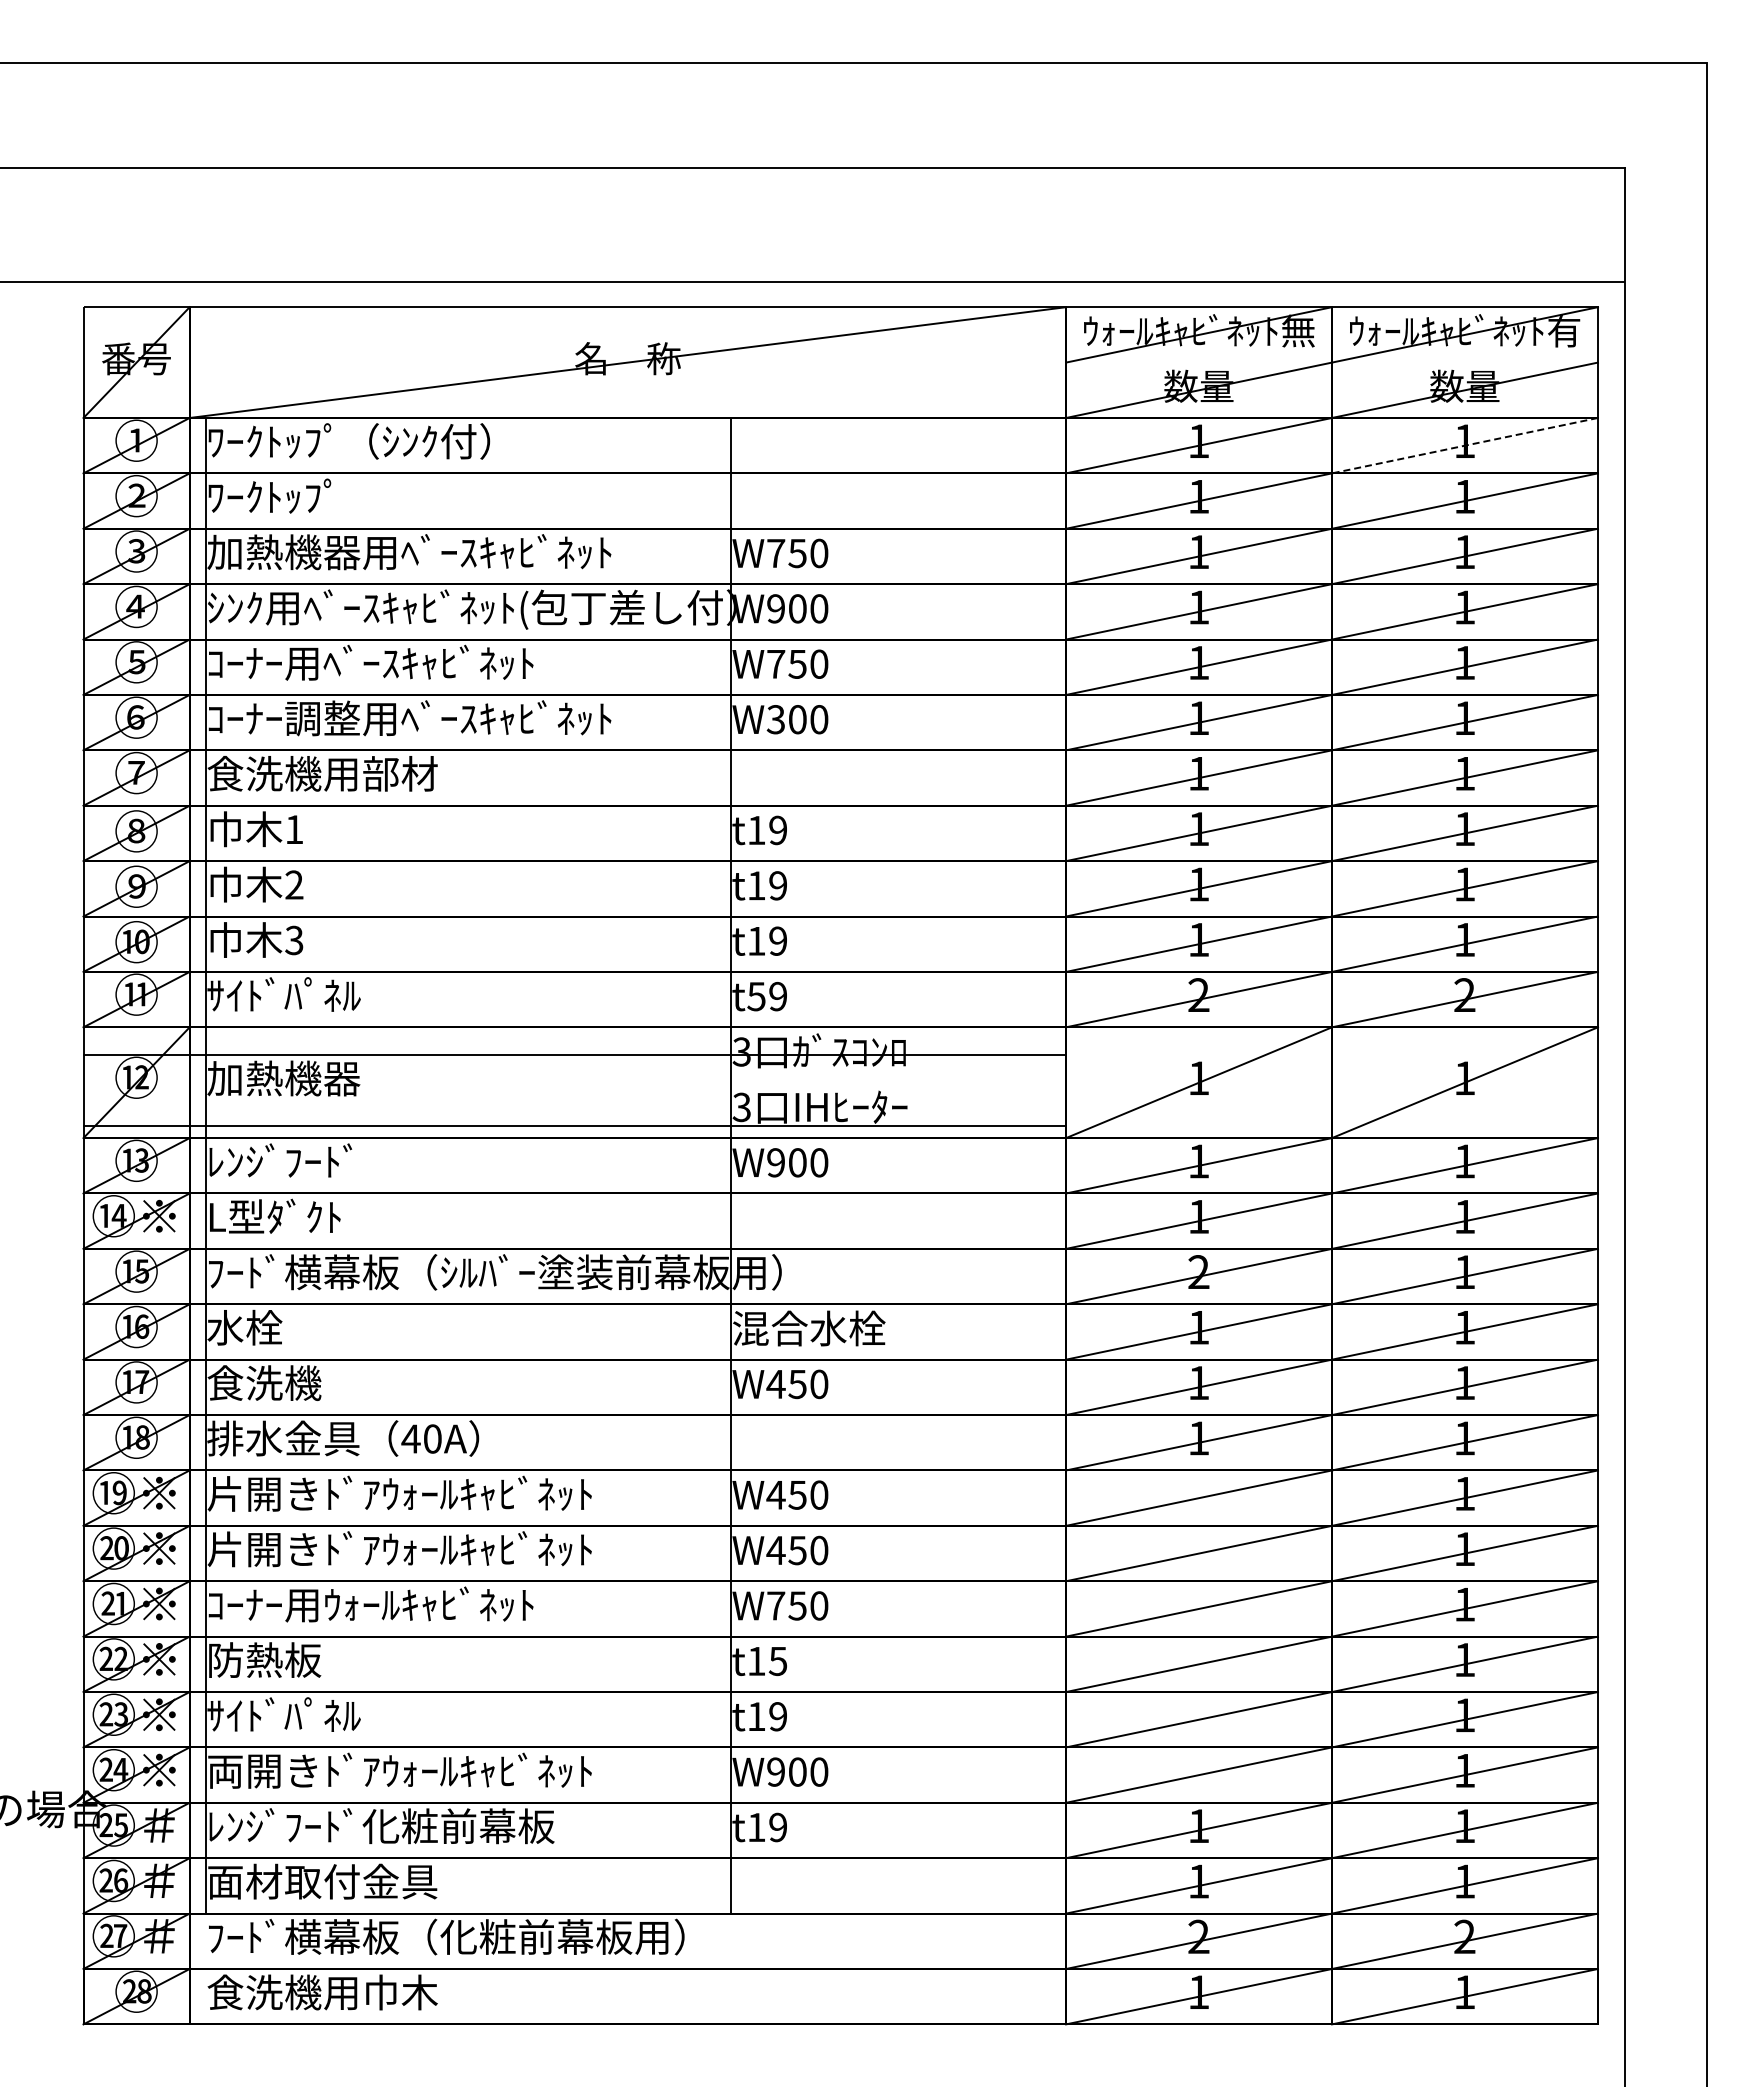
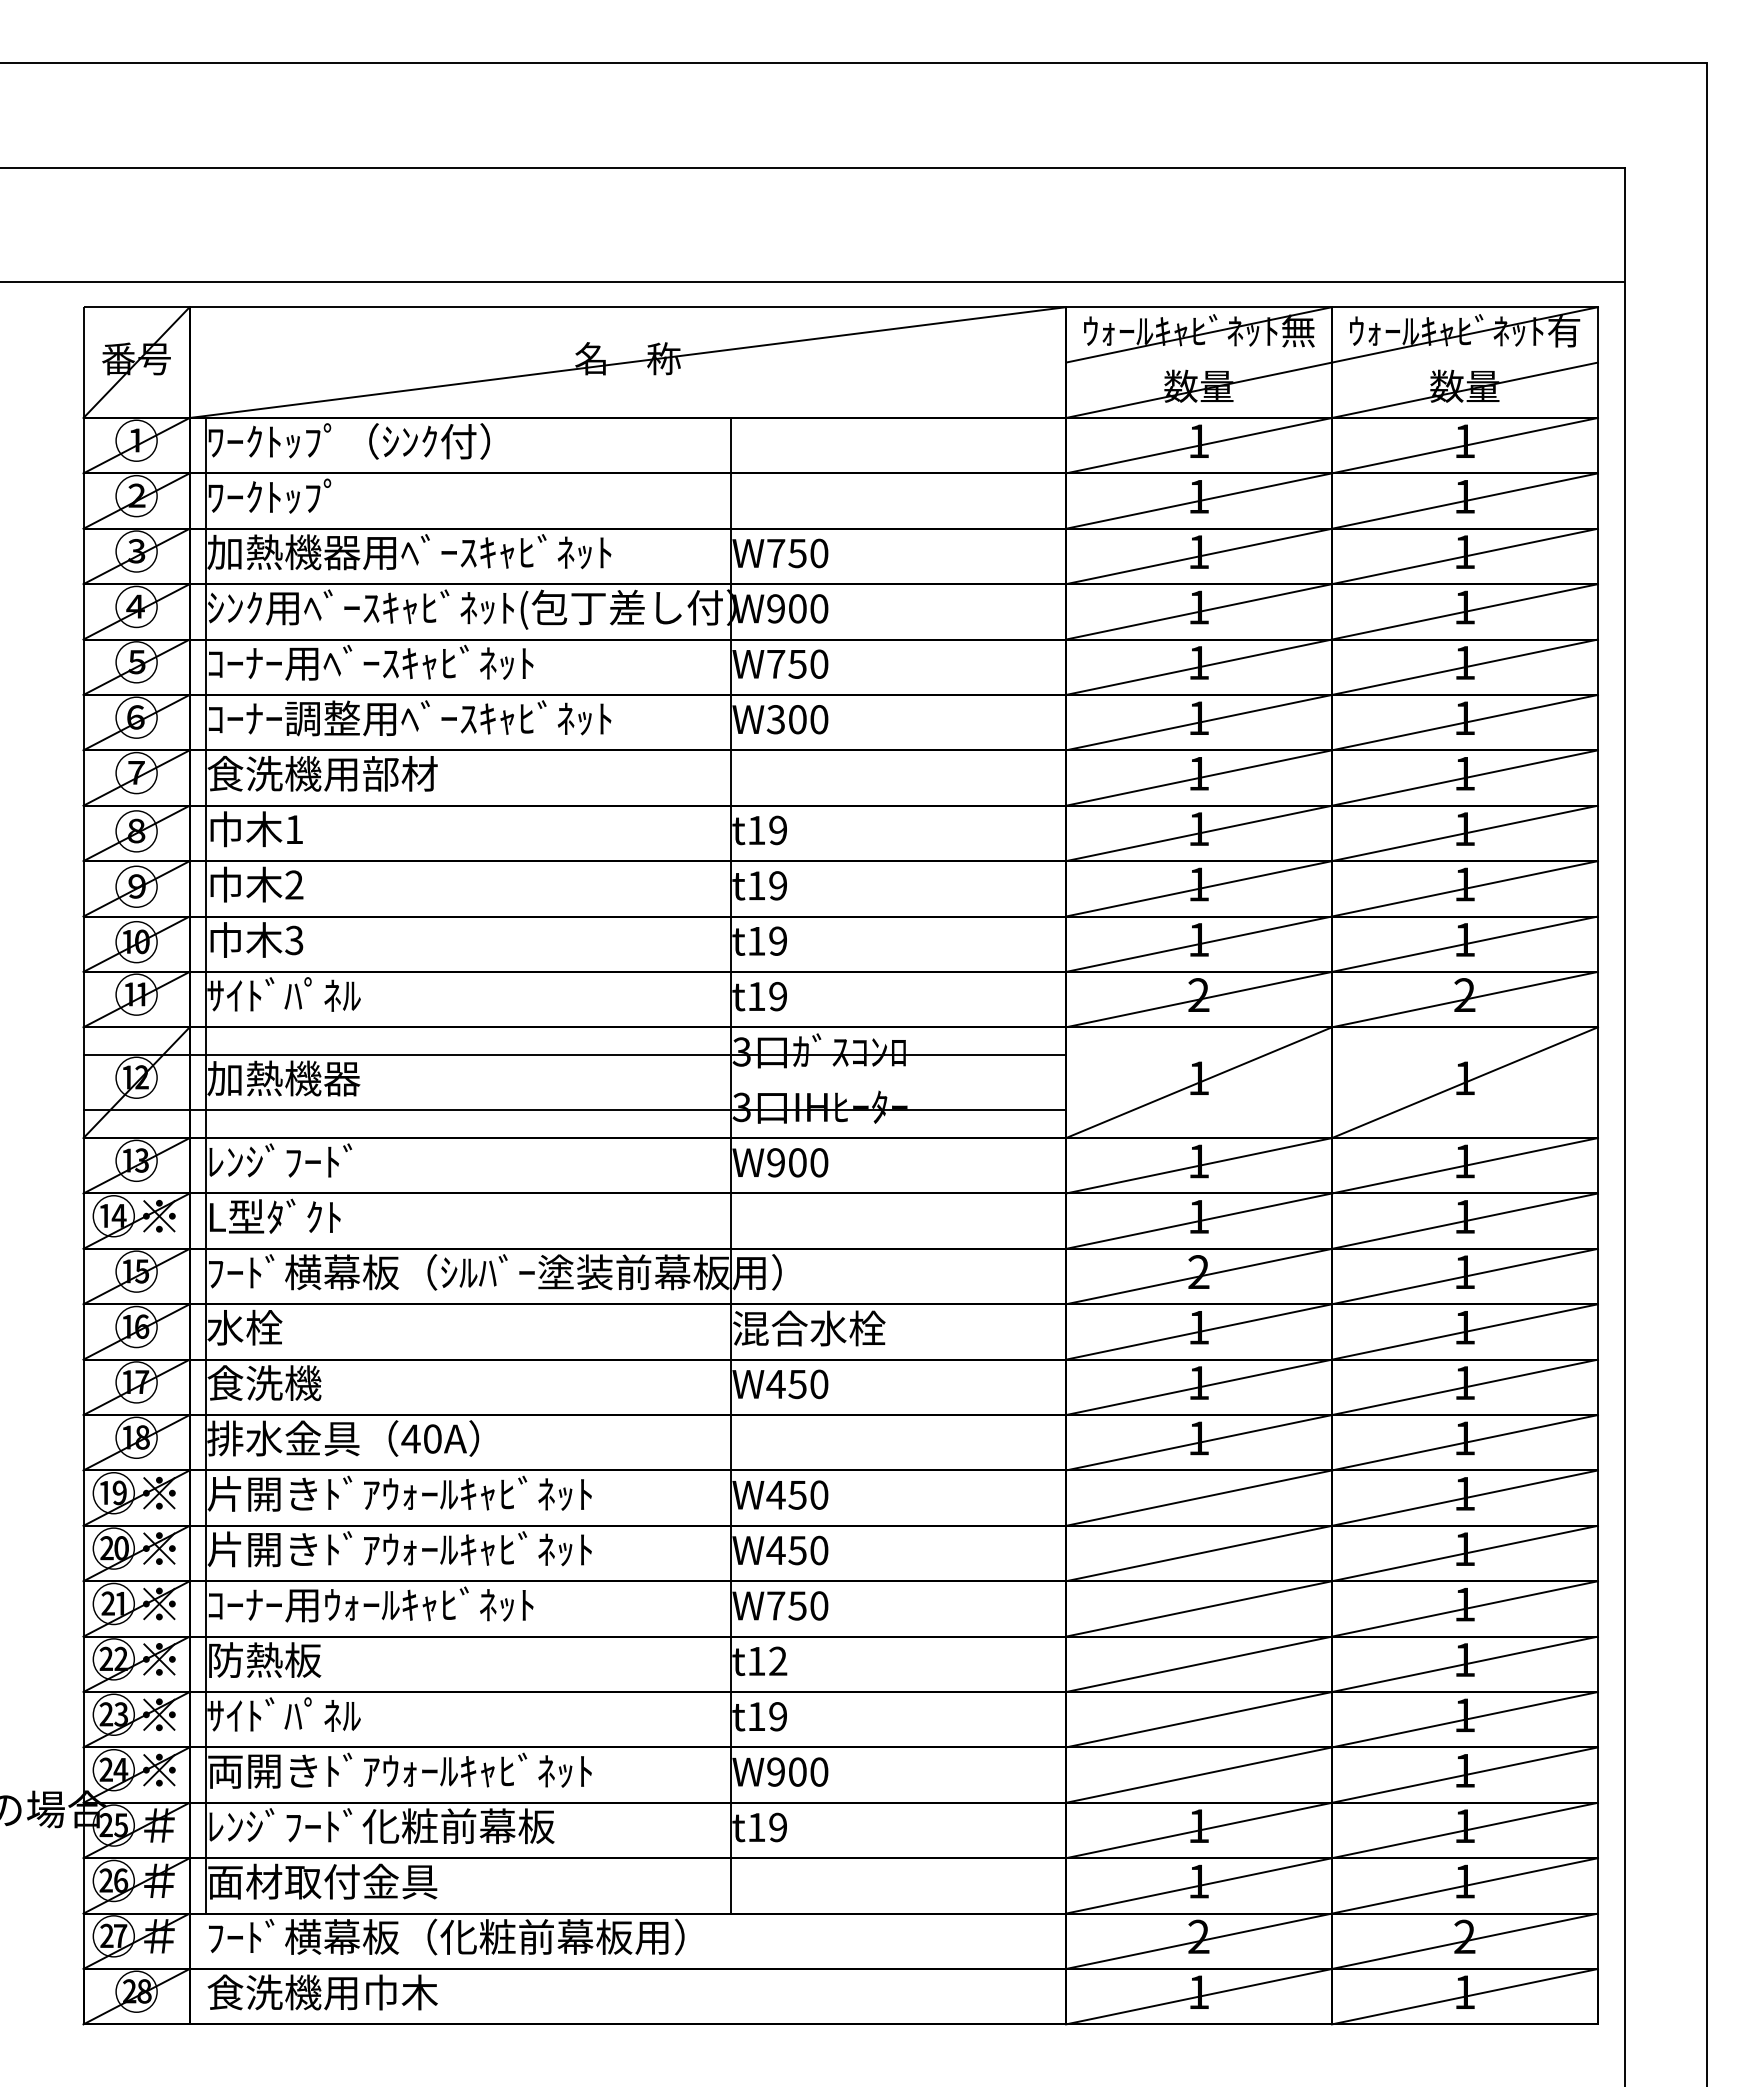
line at (1465, 445): dashed -> solid
text at (756, 996): t59 -> t19
line at (574, 1126) position: (574, 1126) -> (574, 1110)
text at (777, 1661): t15 -> t12
